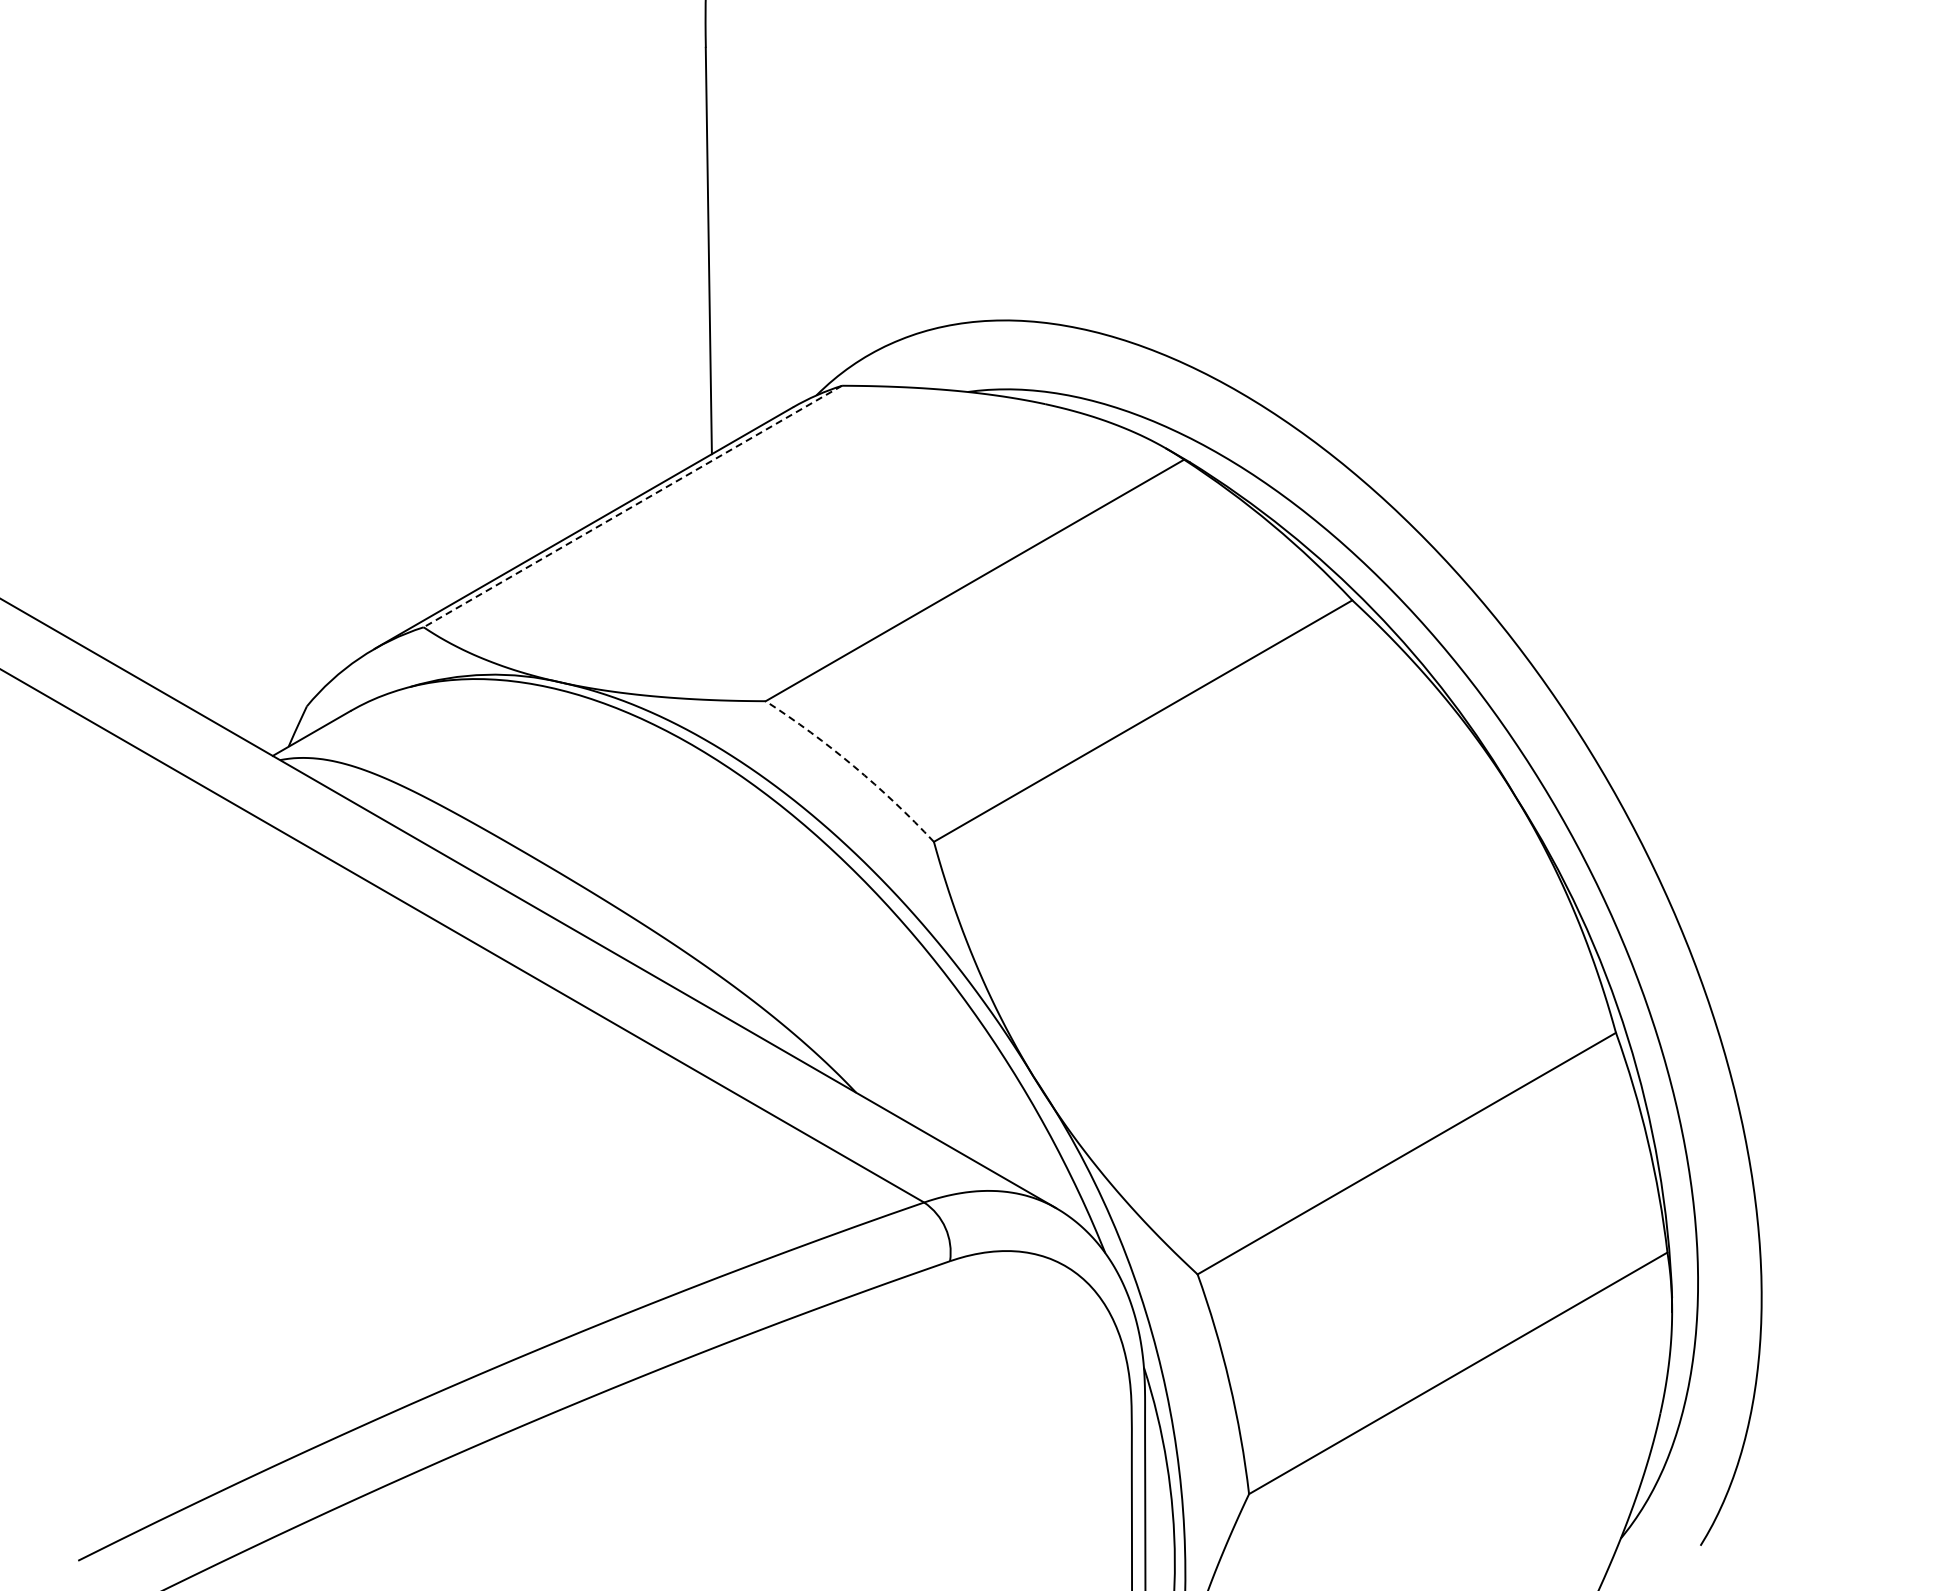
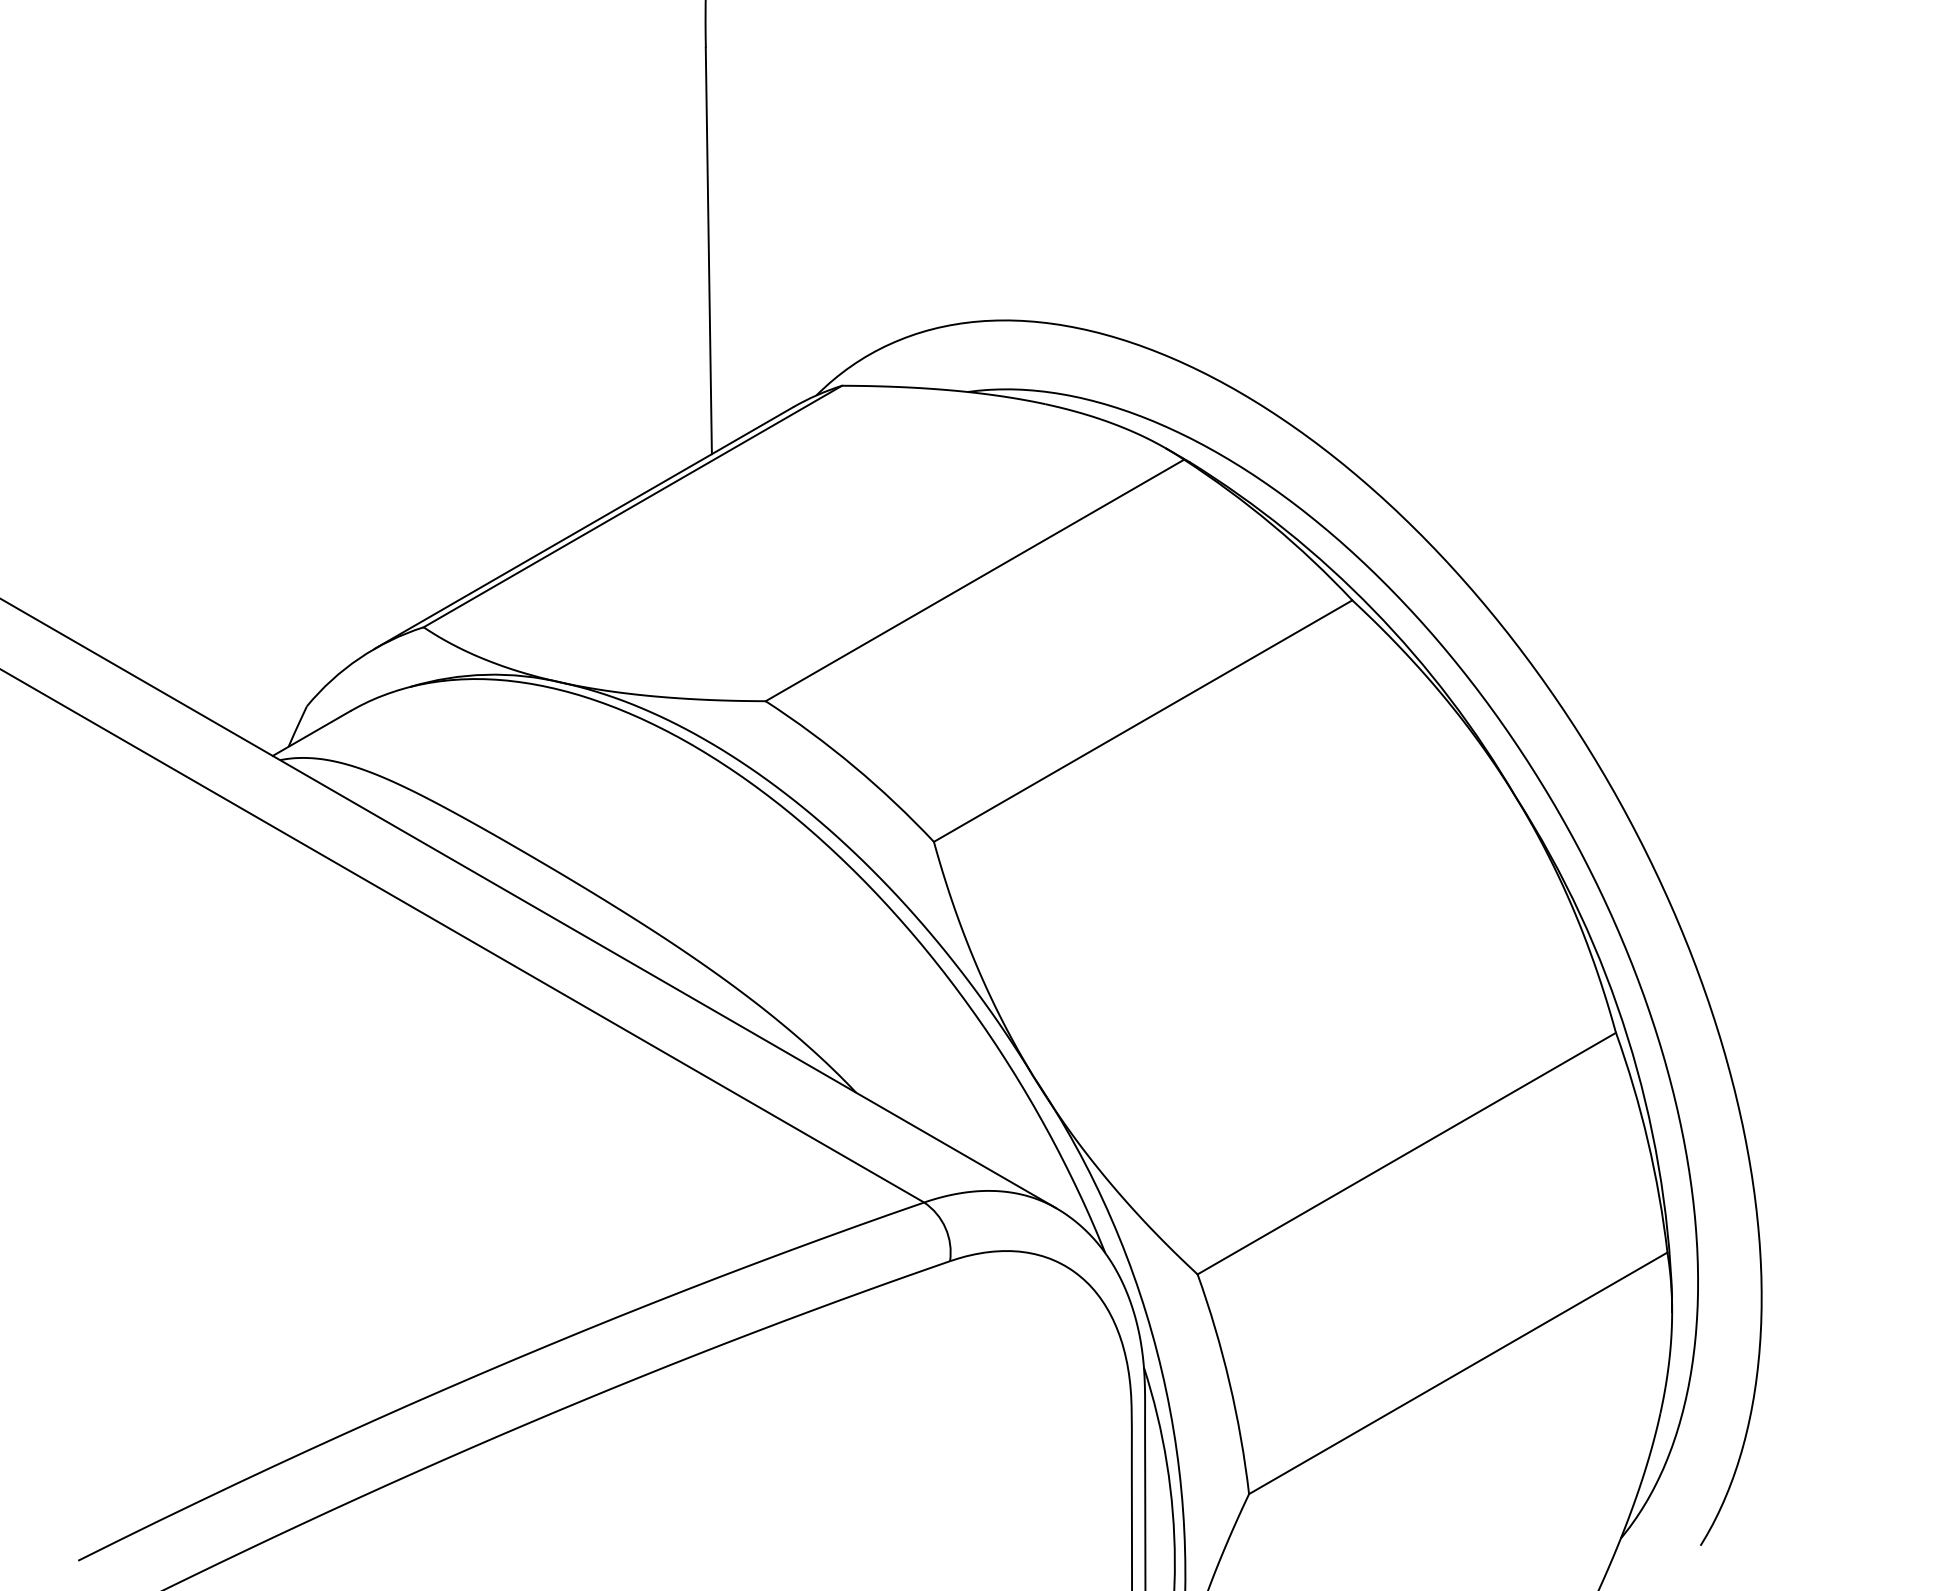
line at (632, 506): dashed -> solid
arc at (854, 766): dashed -> solid
